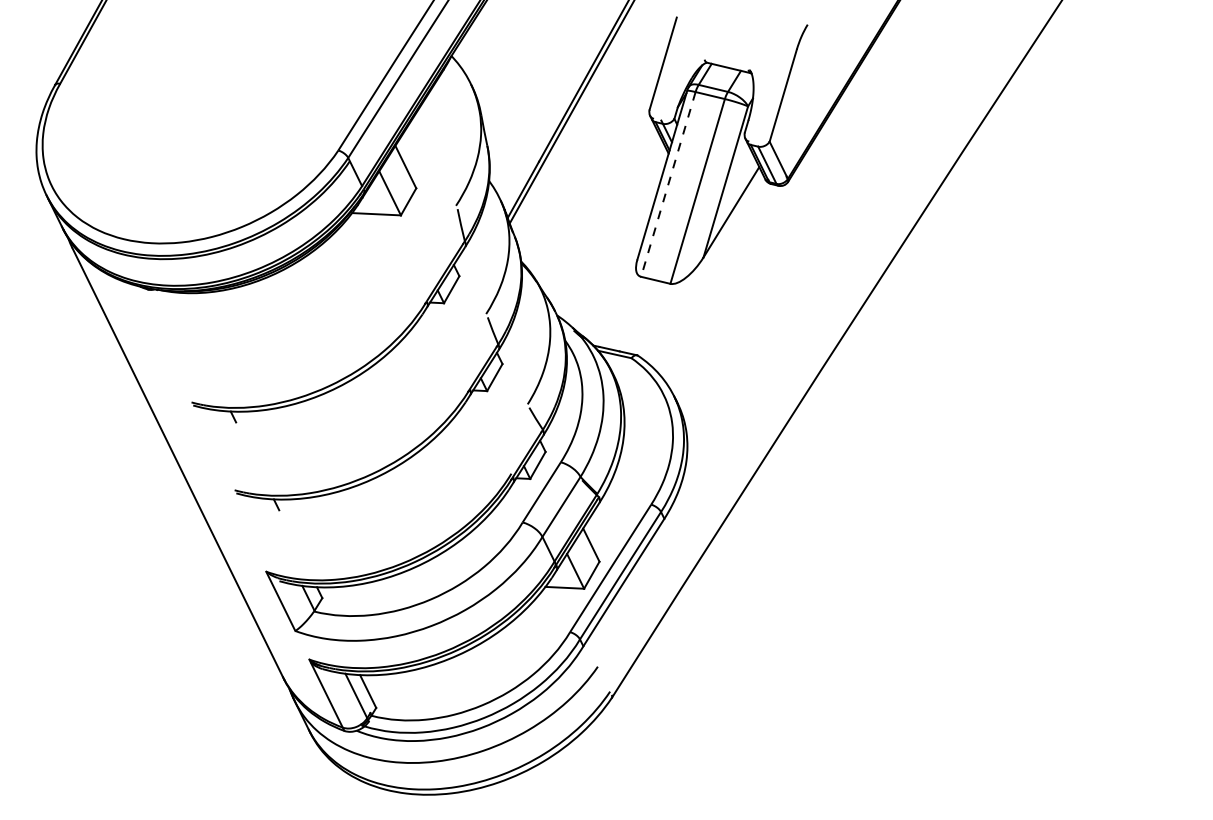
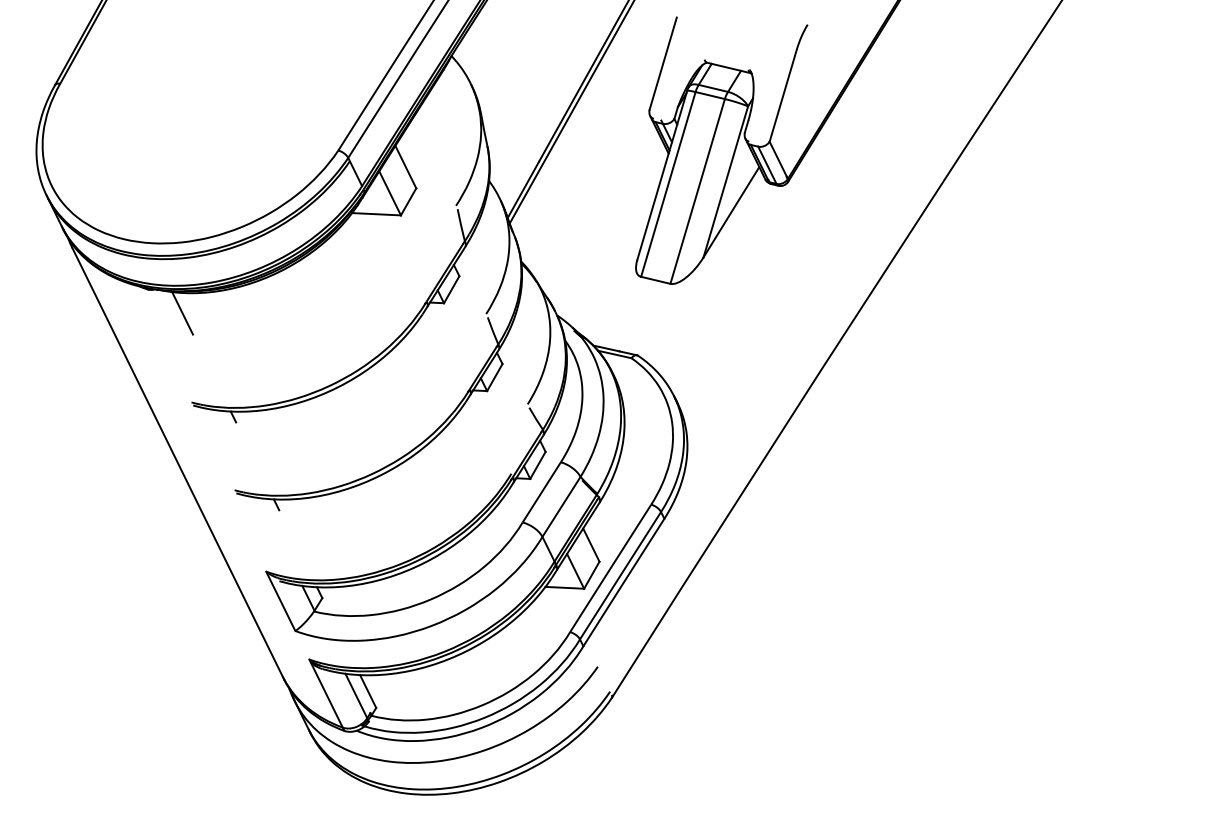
line at (668, 184): dashed -> solid
line at (182, 313): none -> present
